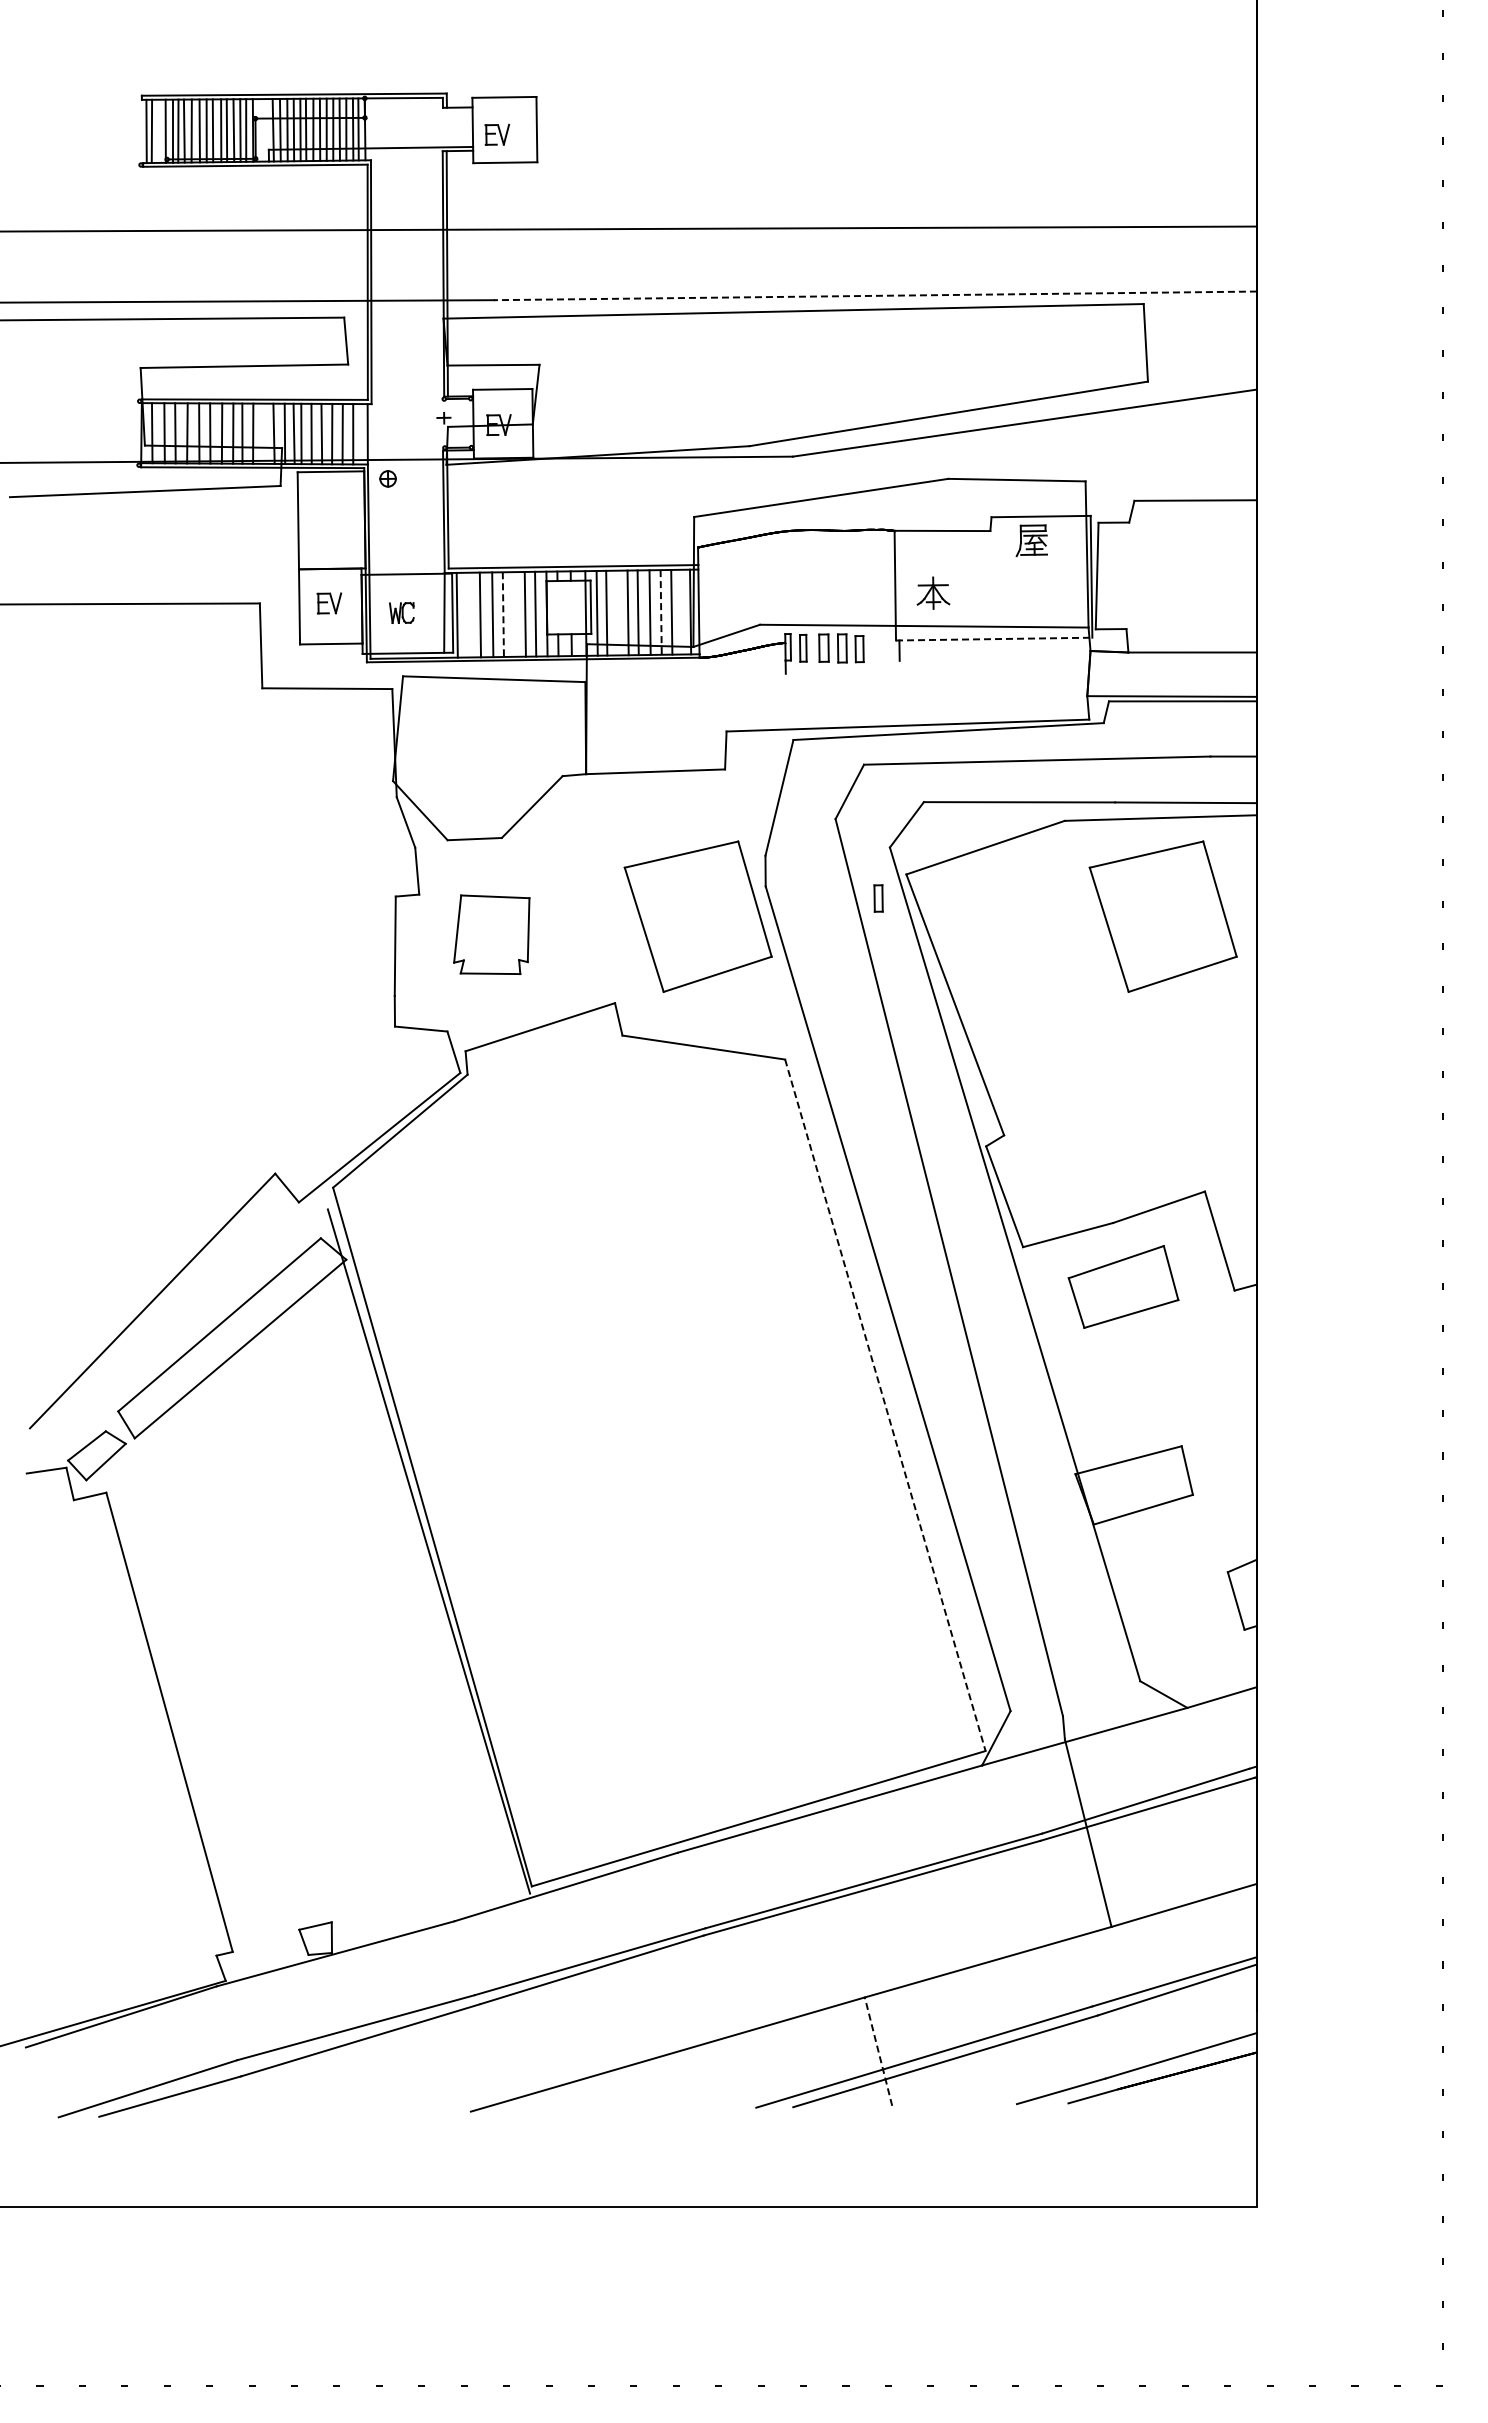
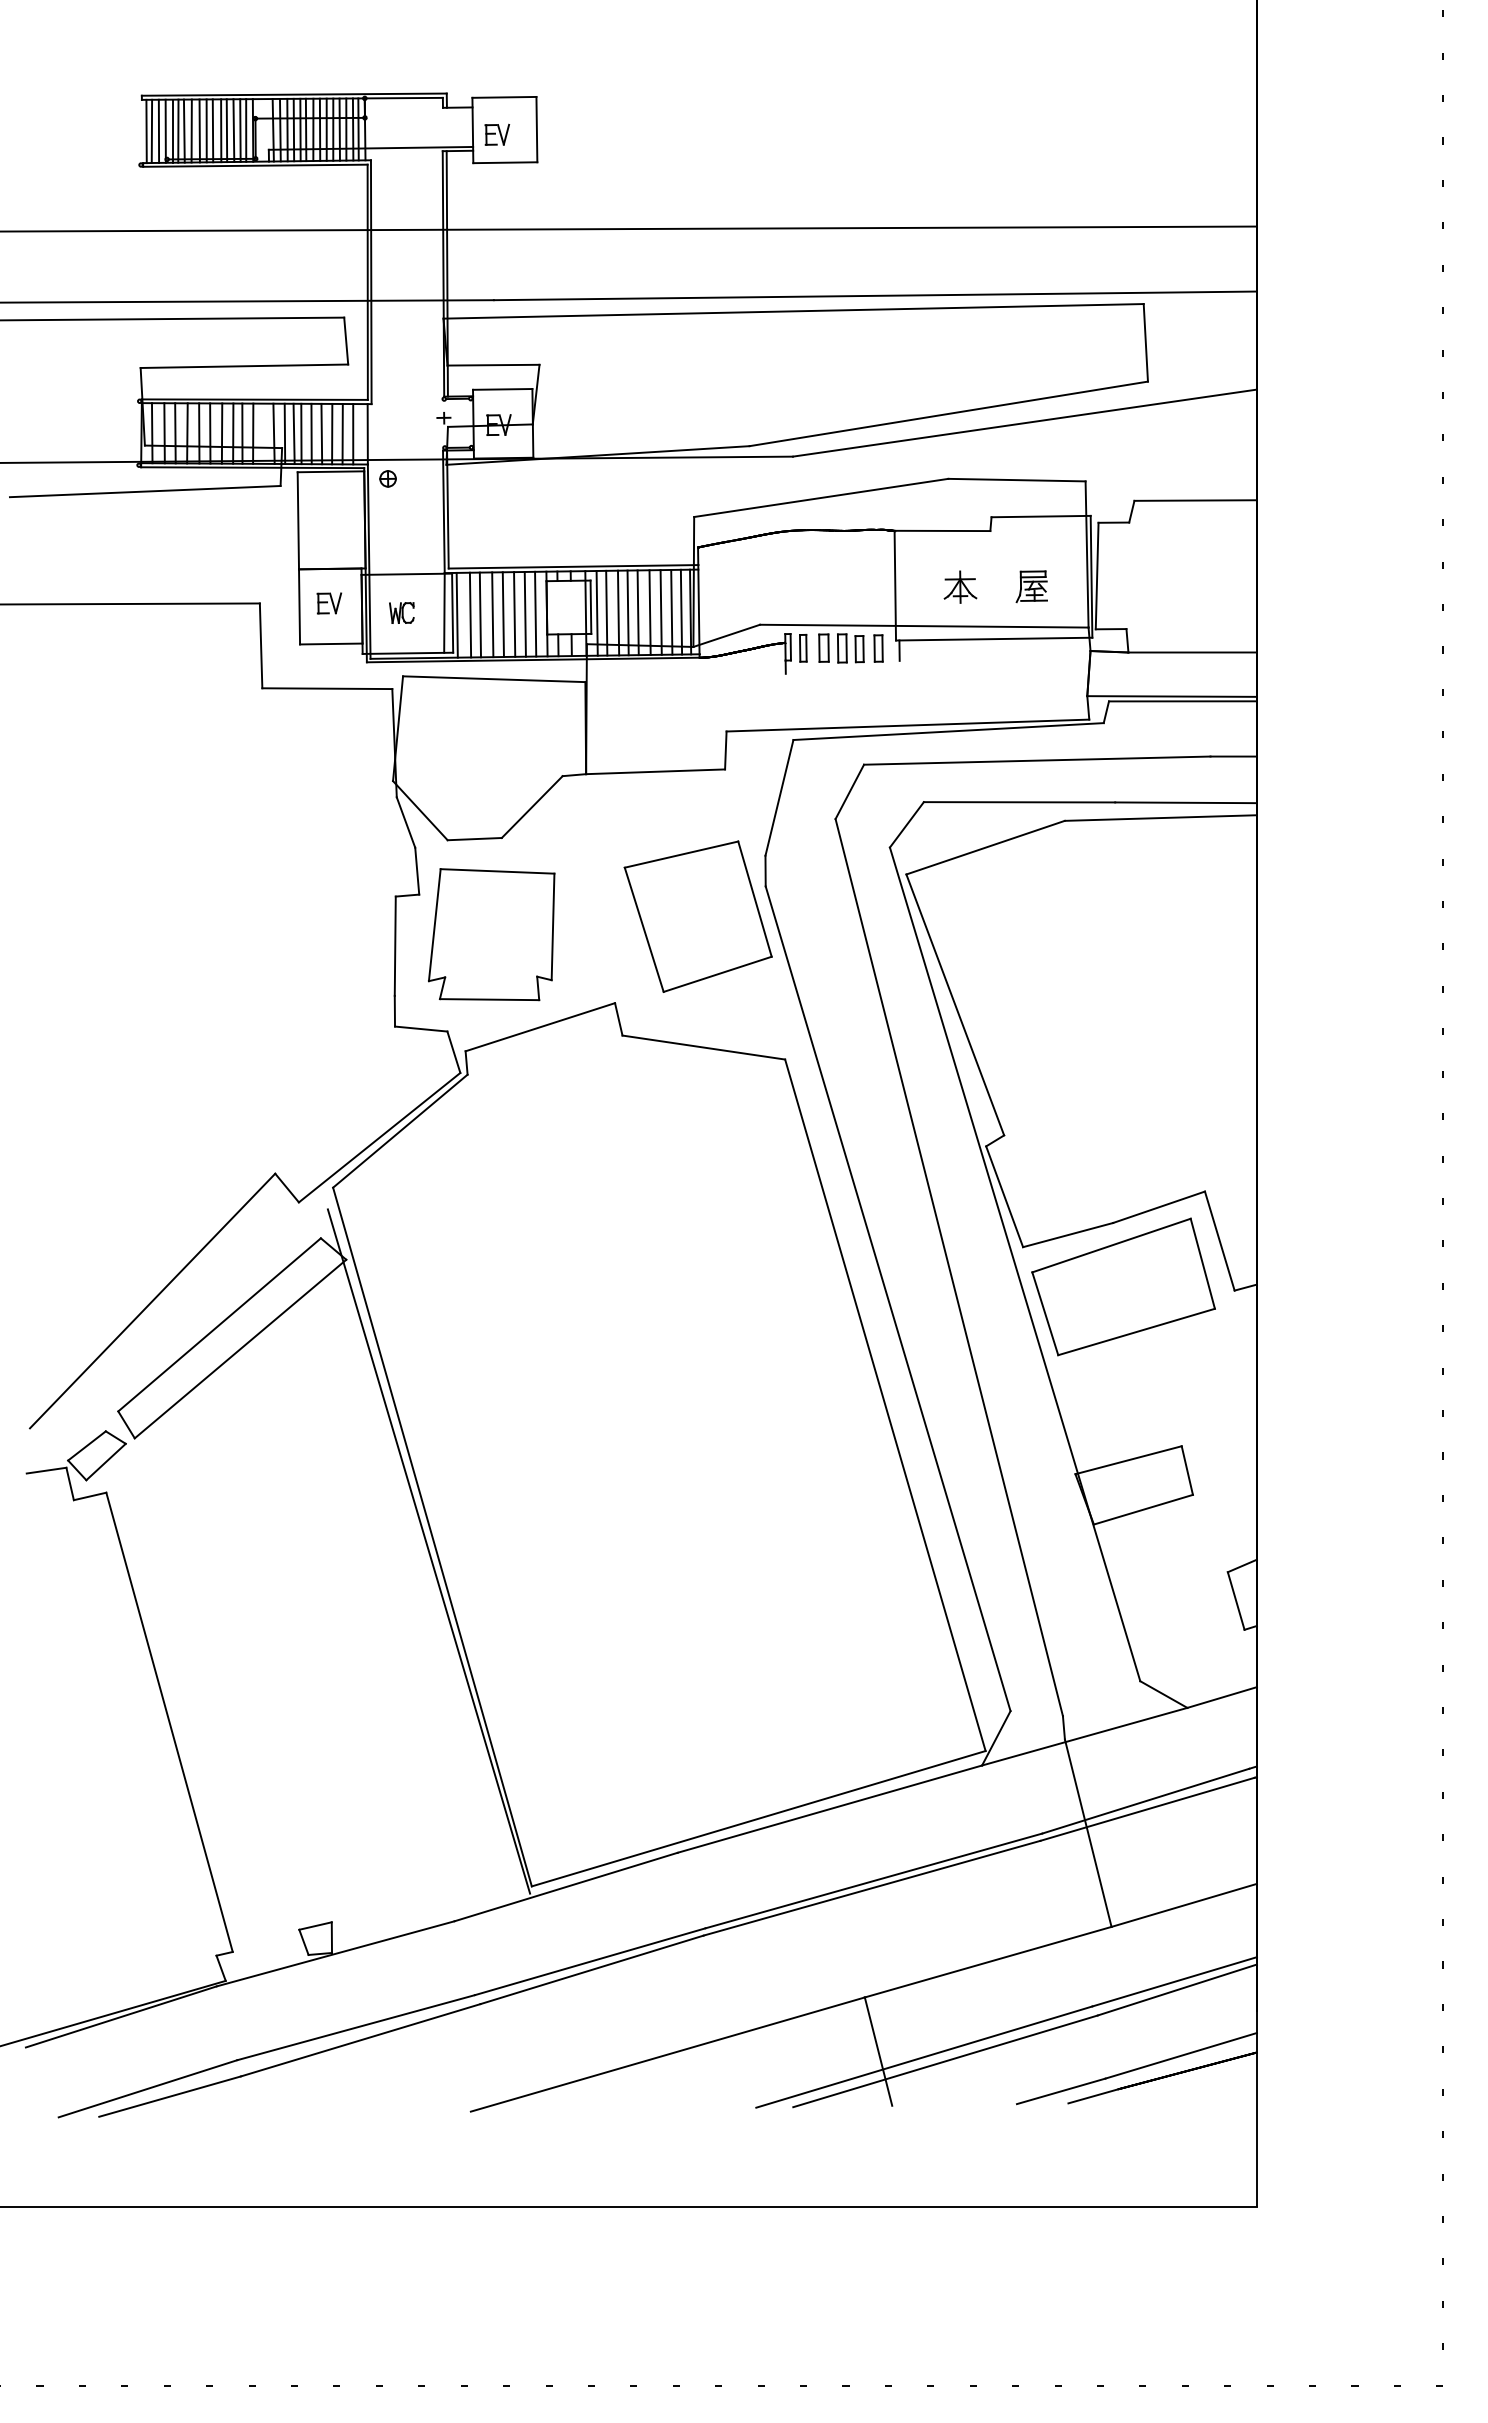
line at (158, 130): none -> present
line at (875, 295): dashed -> solid
part at (1031, 540) position: (1031, 540) -> (1031, 586)
part at (933, 592) position: (933, 592) -> (960, 586)
line at (681, 611): none -> present
line at (618, 612): none -> present
line at (661, 612): dashed -> solid
line at (470, 614): none -> present
line at (514, 614): none -> present
line at (503, 615): dashed -> solid
line at (994, 639): dashed -> solid
part at (878, 898) position: (878, 898) -> (878, 648)
part at (1162, 916): present -> none
part at (491, 934) size: 78x81 px -> 128x134 px
part at (1123, 1286) size: 113x84 px -> 185x140 px
line at (885, 1405): dashed -> solid
line at (878, 2051): dashed -> solid
